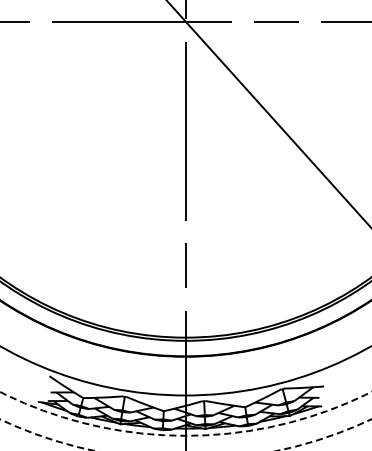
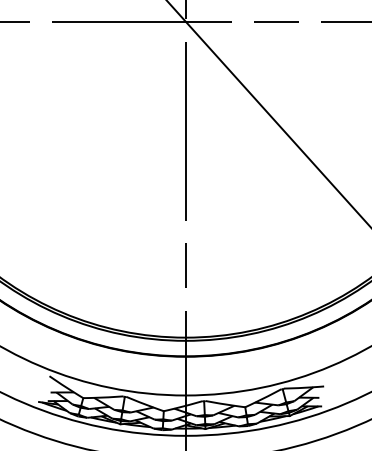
circle at (185, 413): dashed -> solid
circle at (185, 434): dashed -> solid
